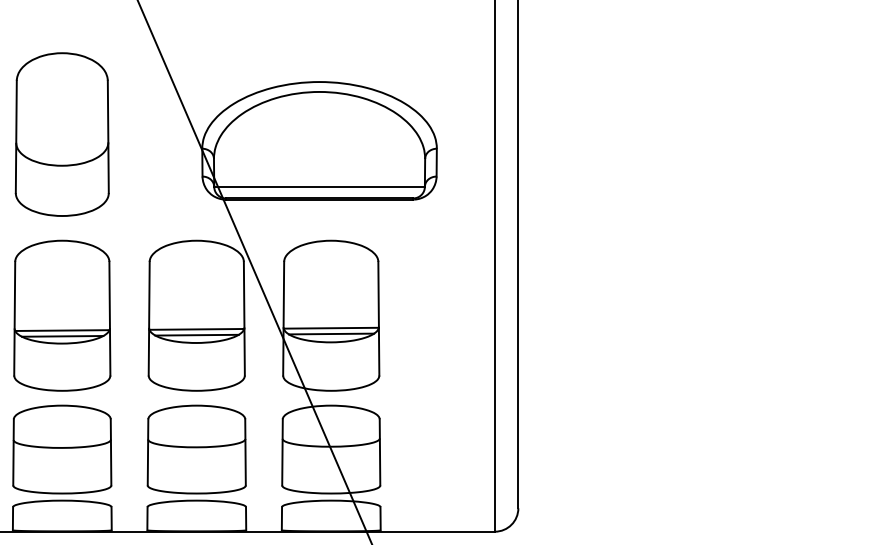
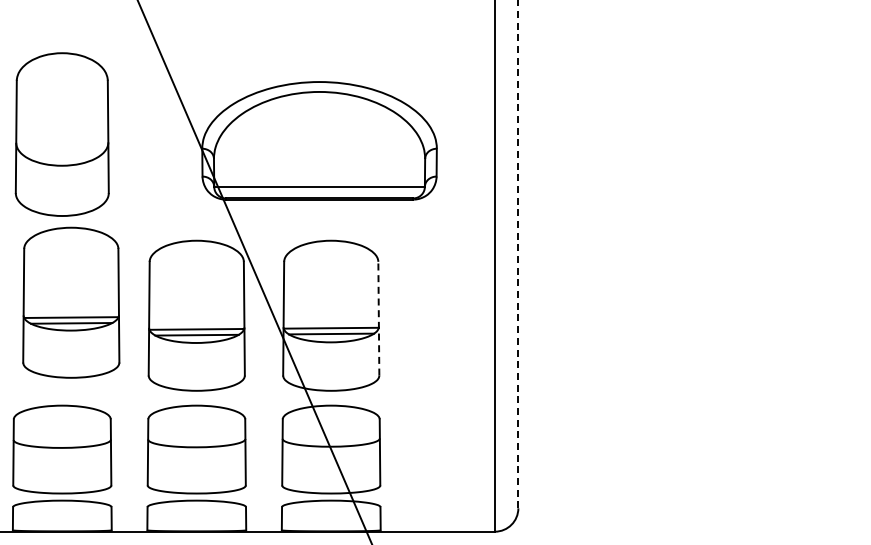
line at (518, 254): solid -> dashed
part at (62, 315) position: (62, 315) -> (71, 302)
line at (378, 318): solid -> dashed
